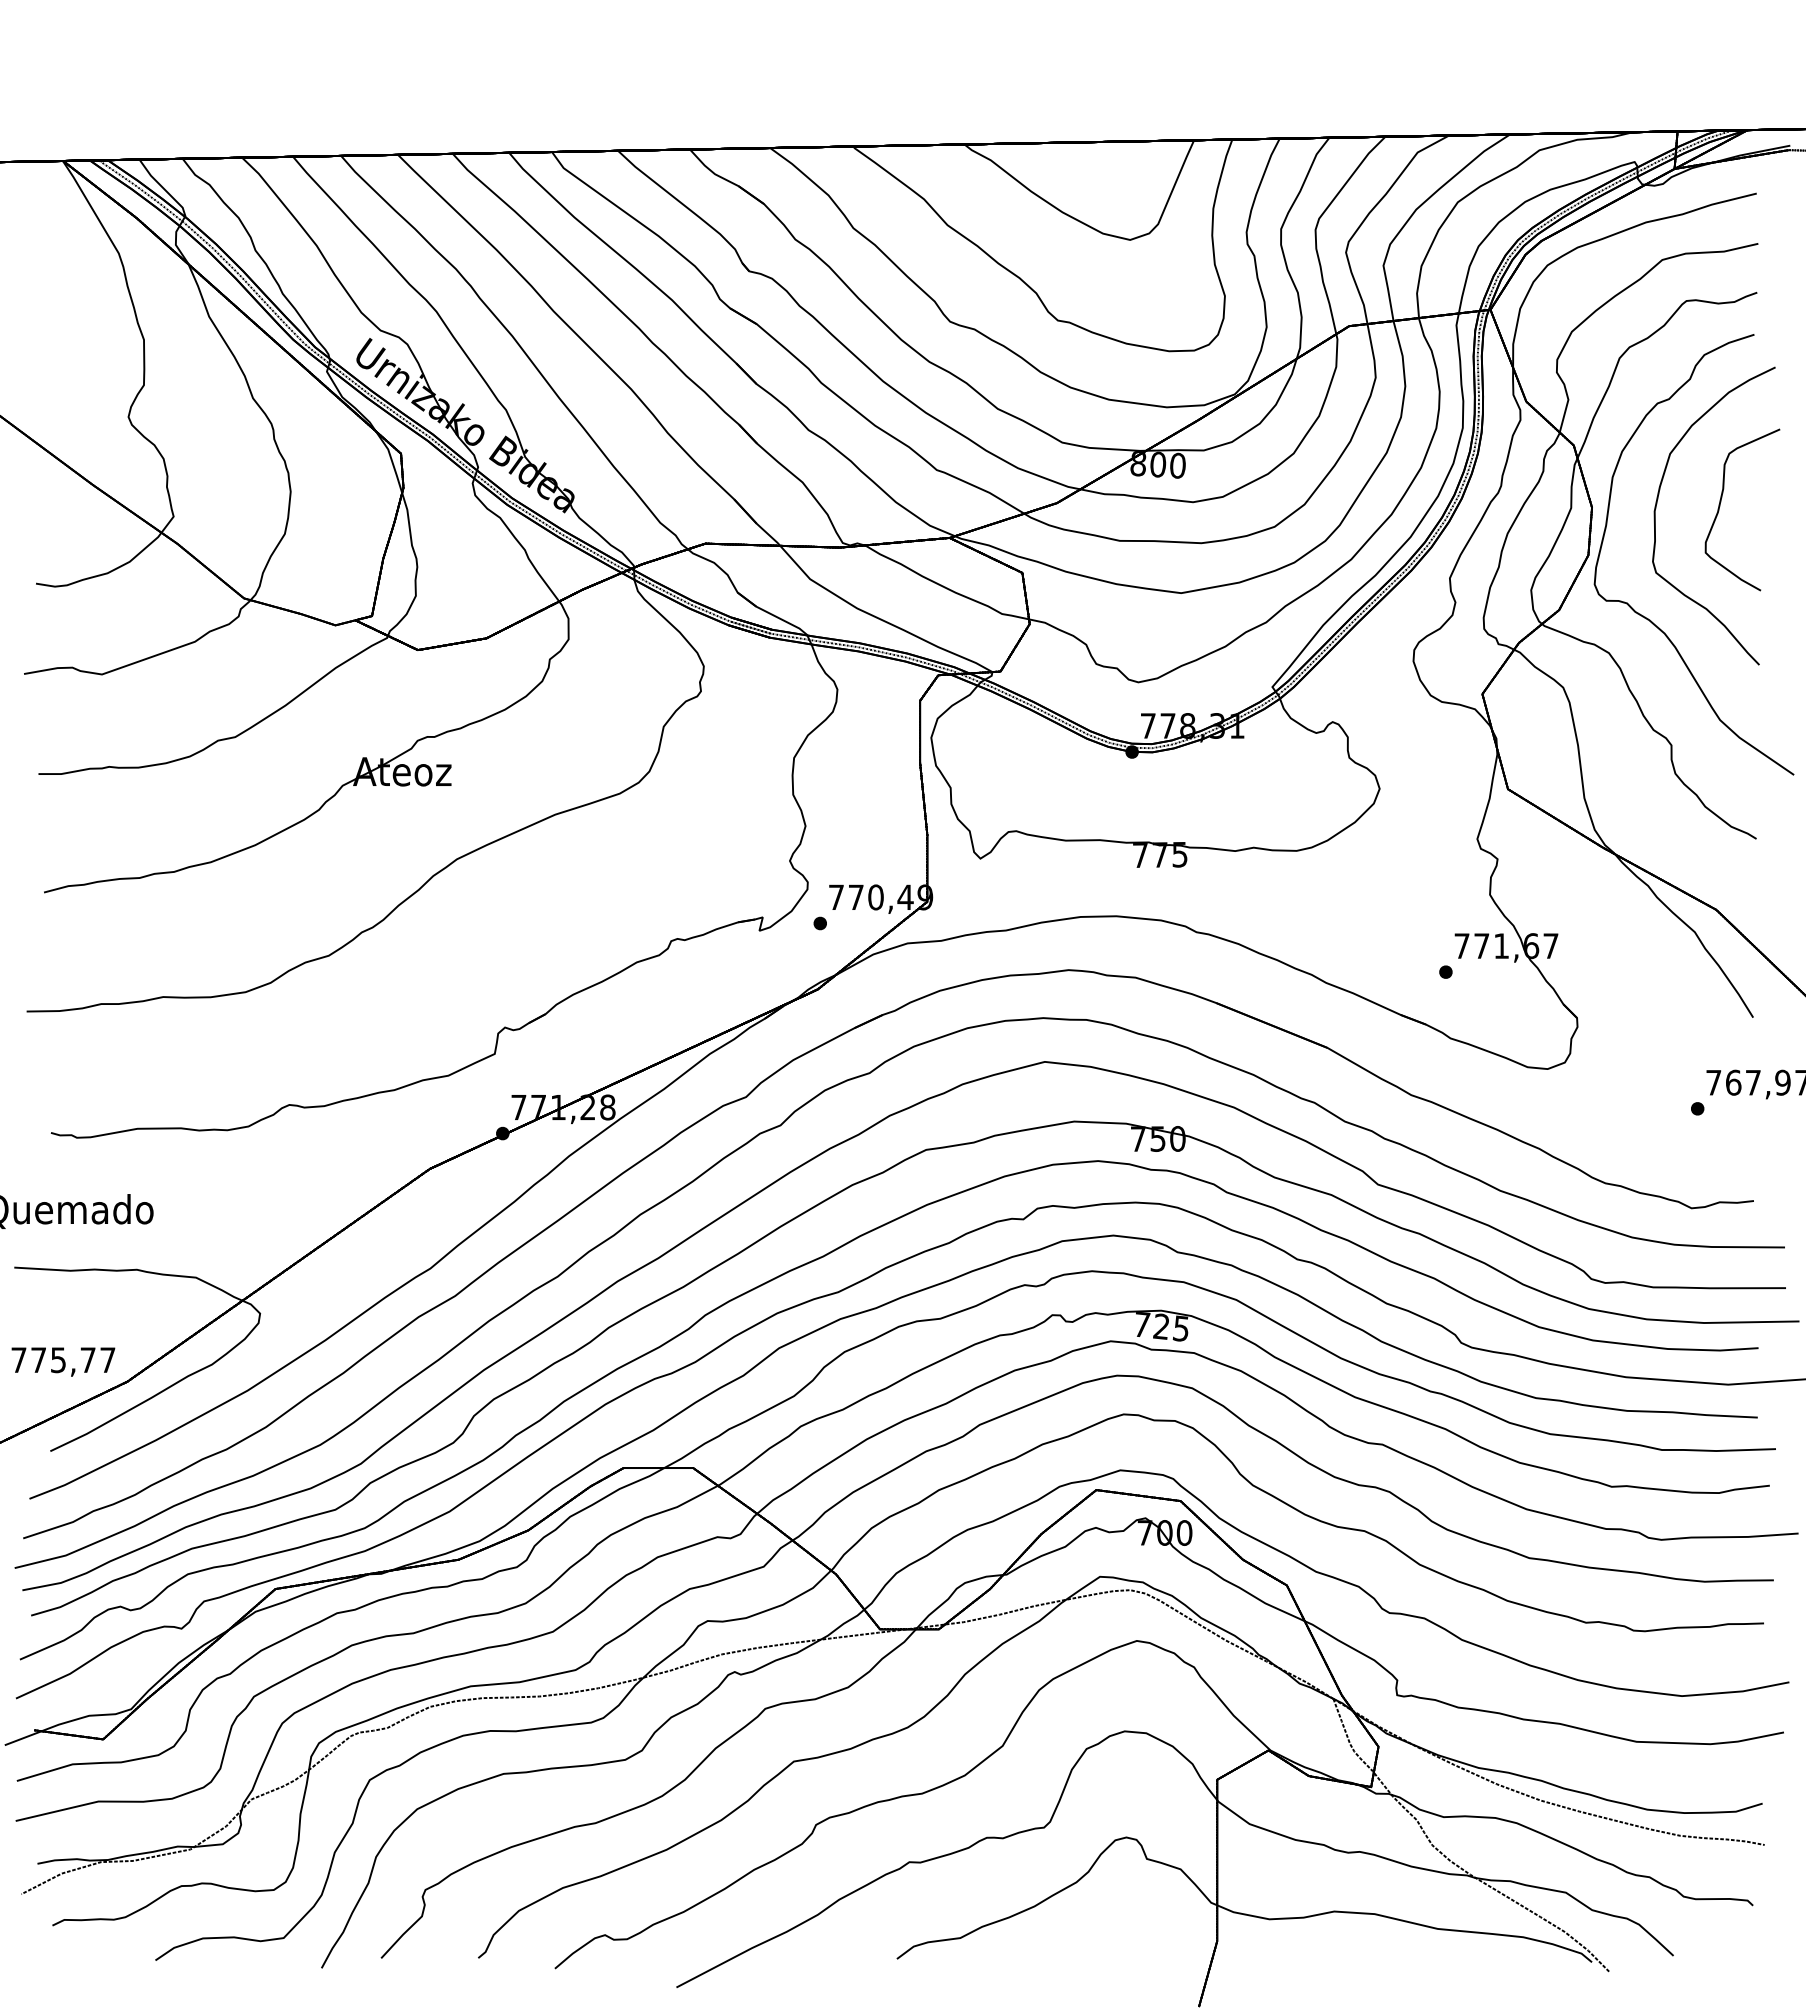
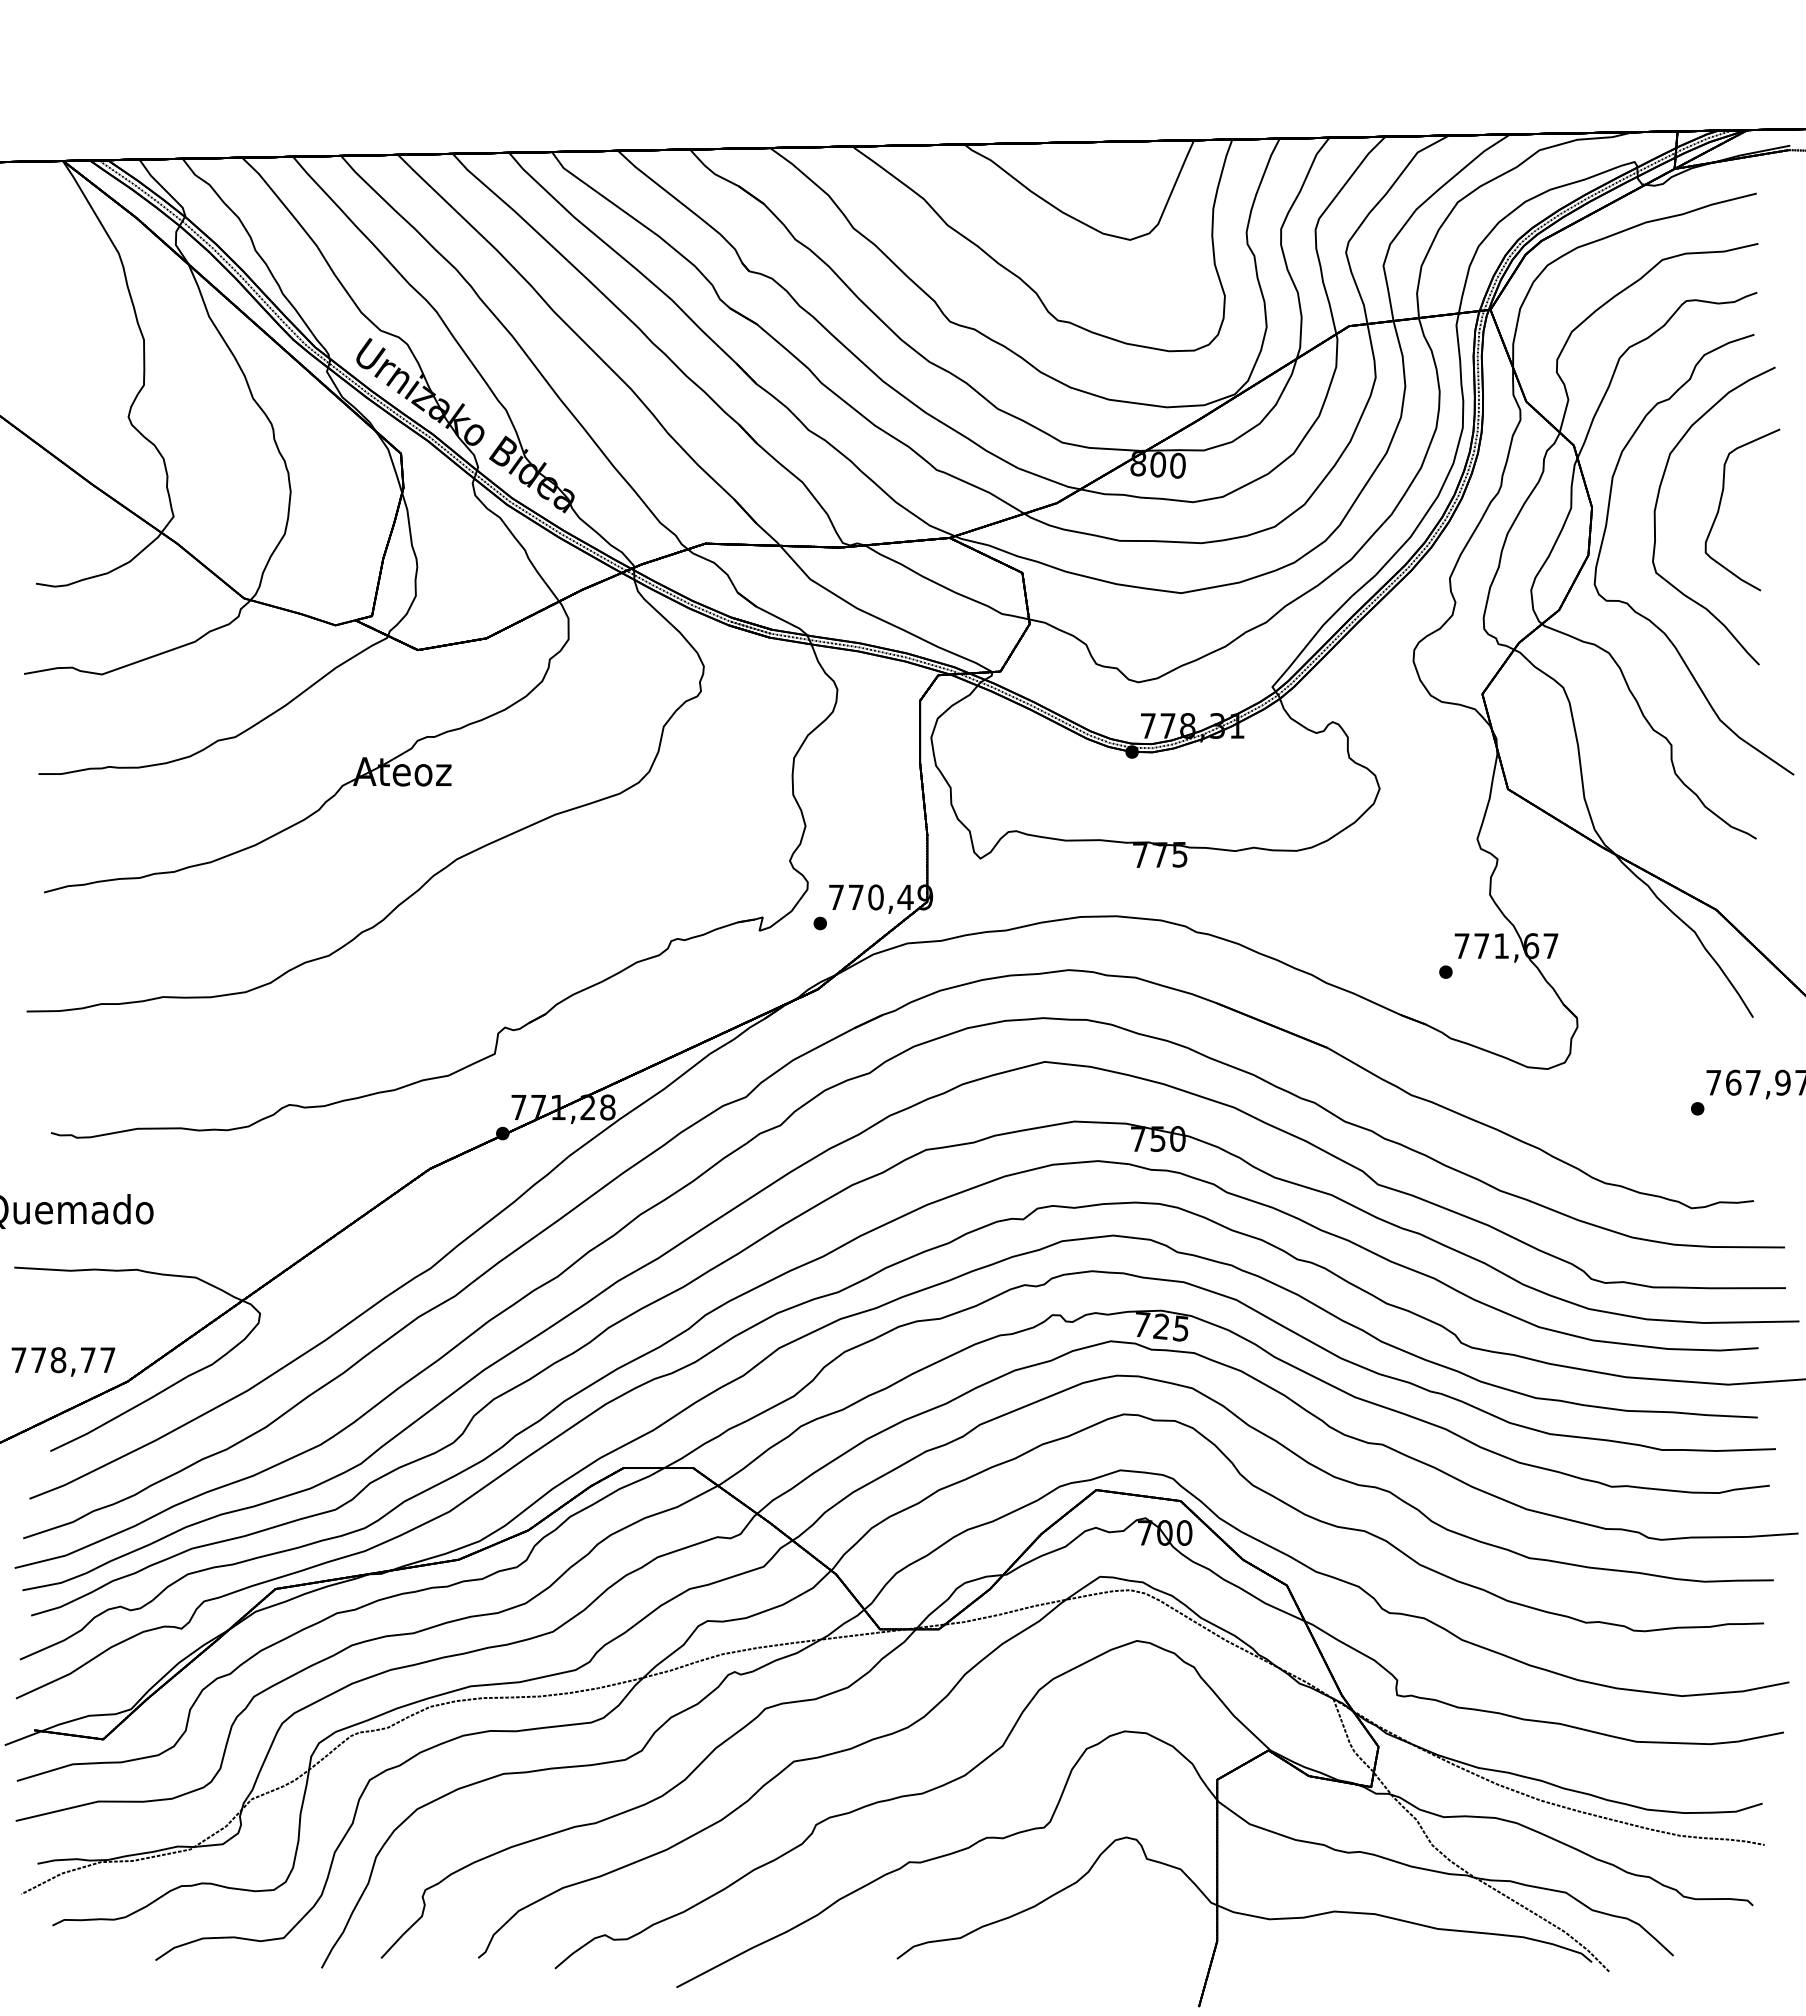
text at (58, 1360): 775,77 -> 778,77
